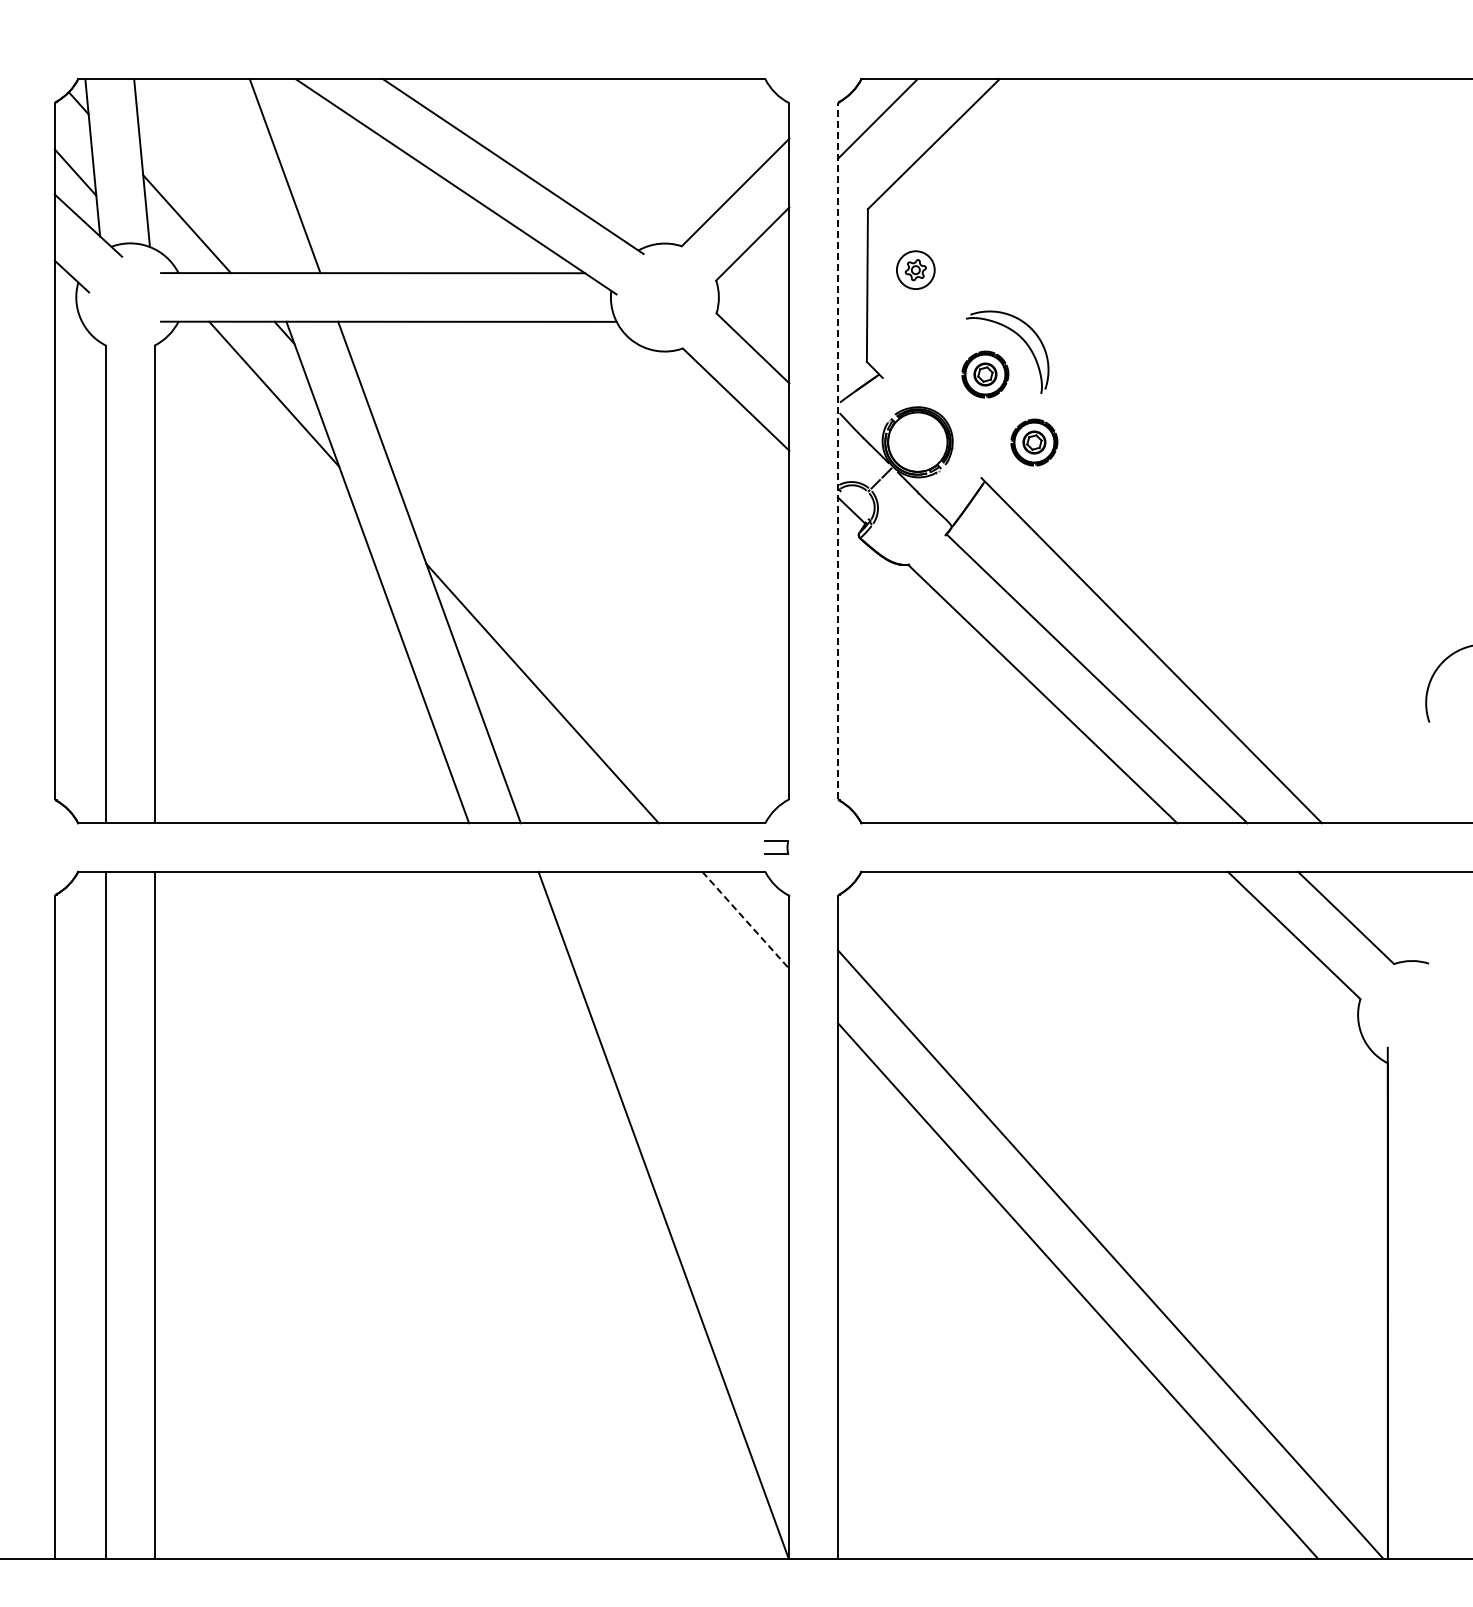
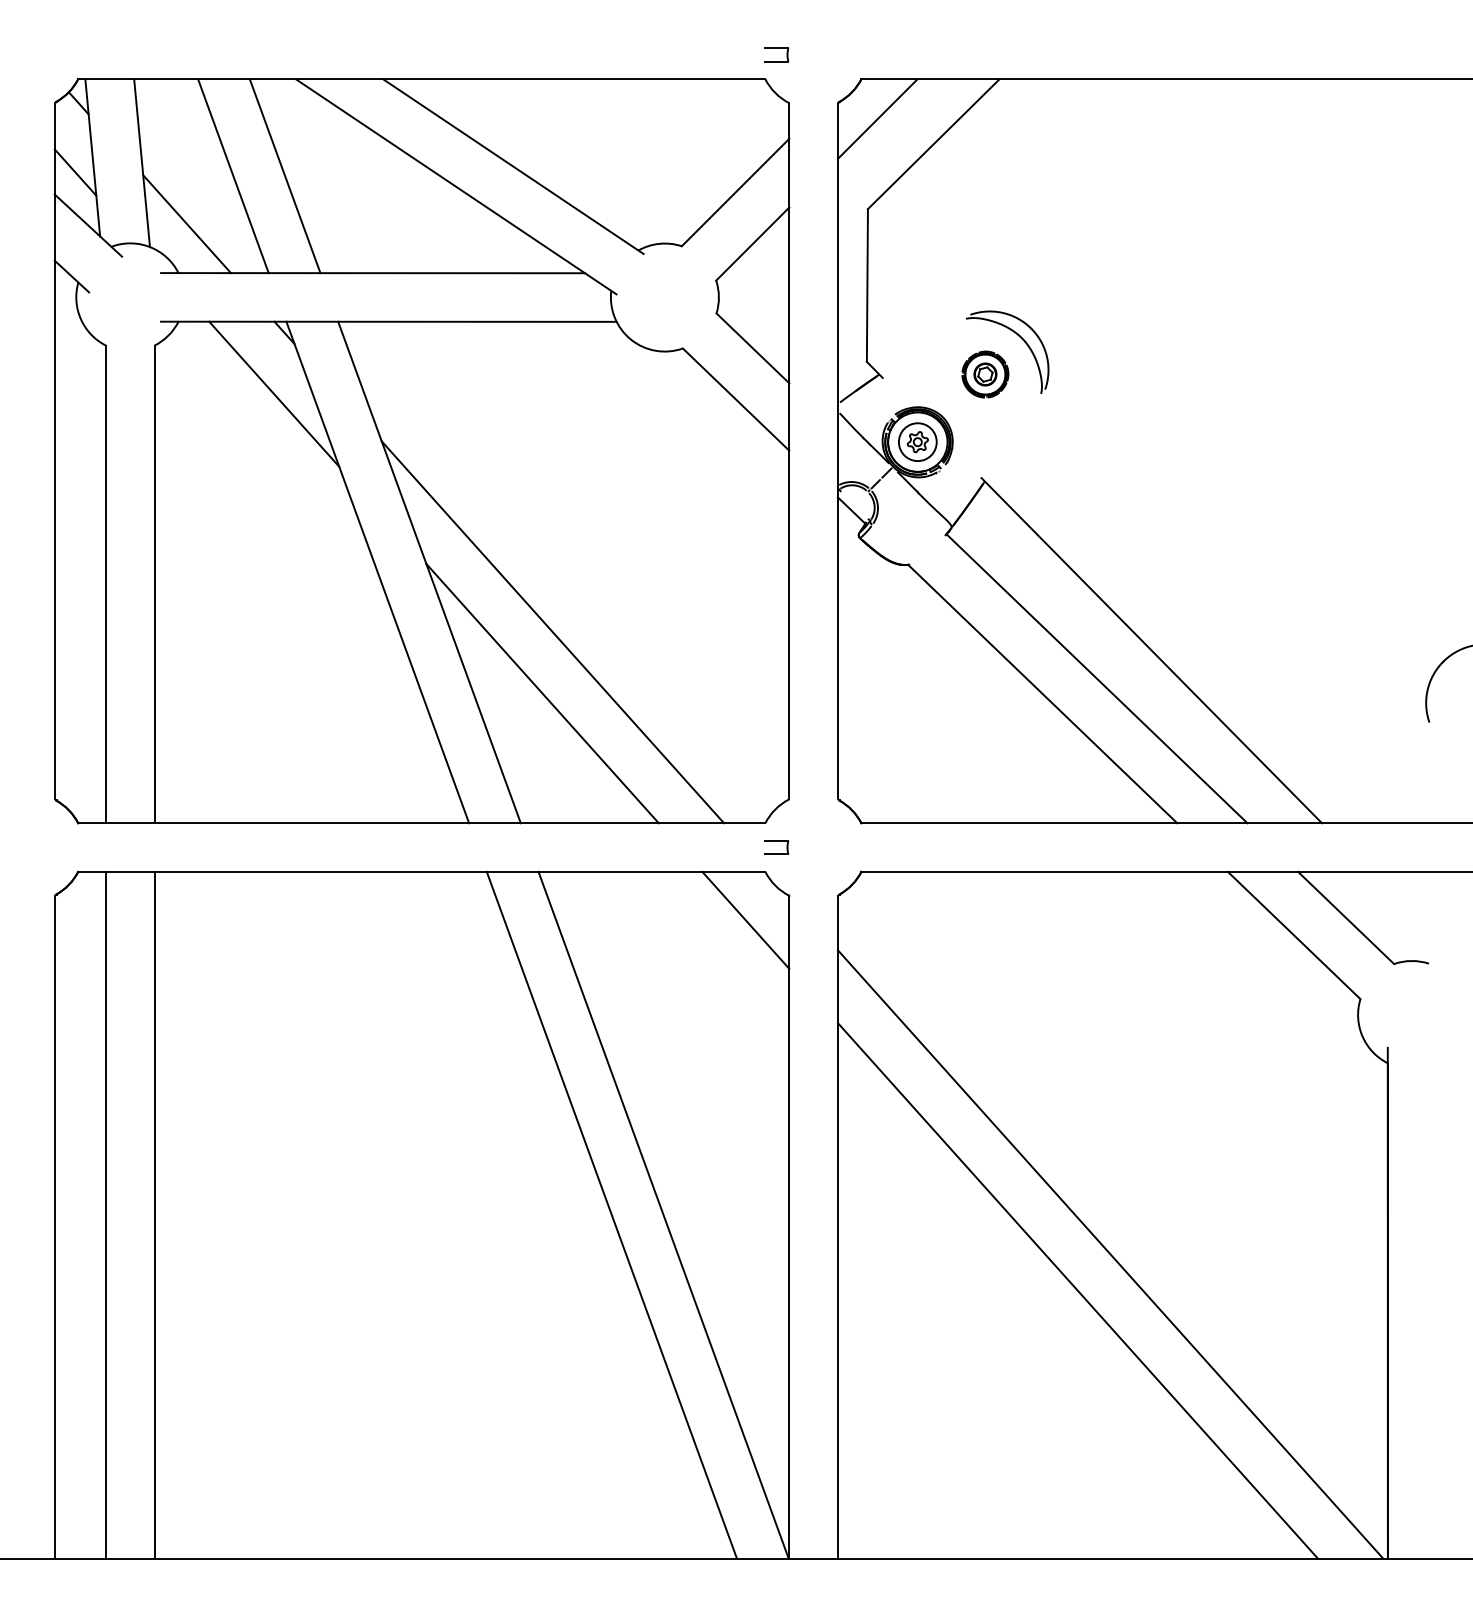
part at (776, 54): none -> present
line at (233, 176): none -> present
part at (915, 269) position: (915, 269) -> (917, 441)
part at (1034, 442): present -> none
line at (837, 450): dashed -> solid
line at (552, 632): none -> present
line at (746, 920): dashed -> solid
line at (611, 1214): none -> present
